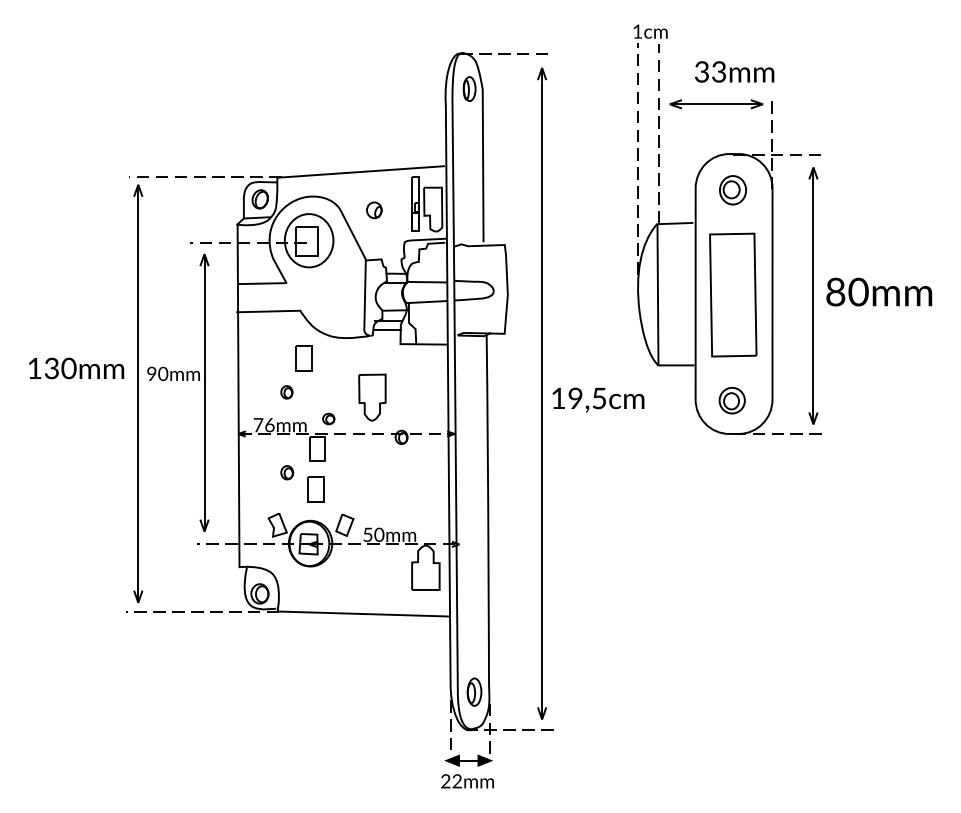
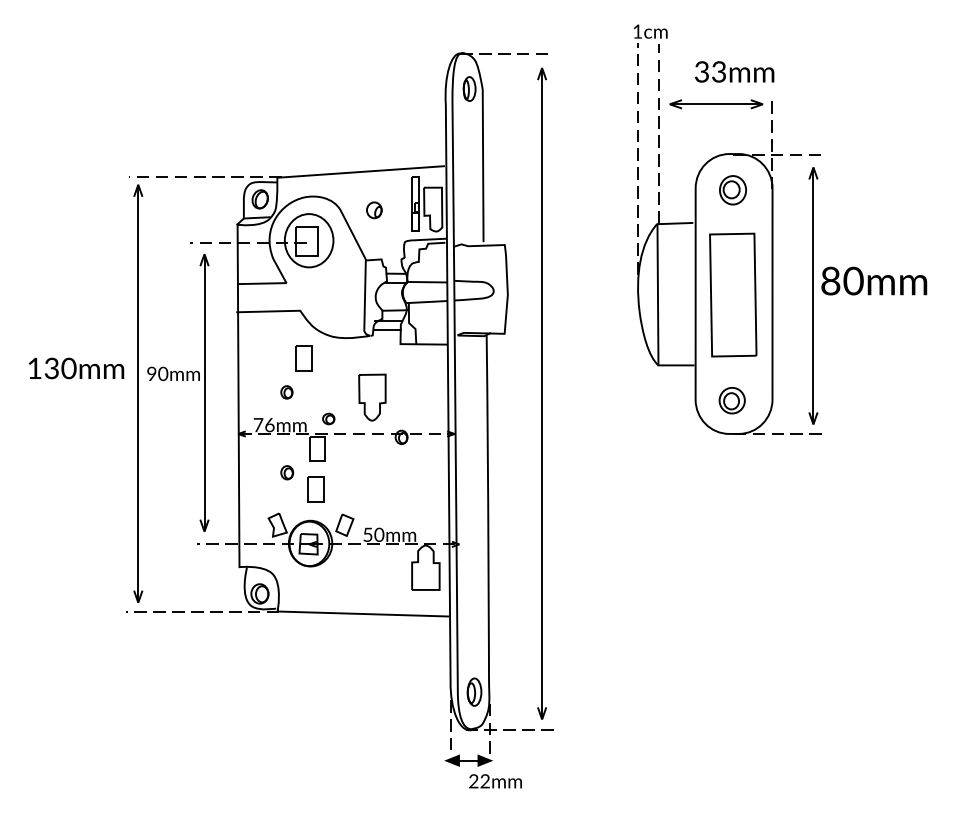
part at (879, 291) position: (879, 291) -> (874, 280)
part at (598, 399): present -> none
part at (467, 781) position: (467, 781) -> (495, 781)
